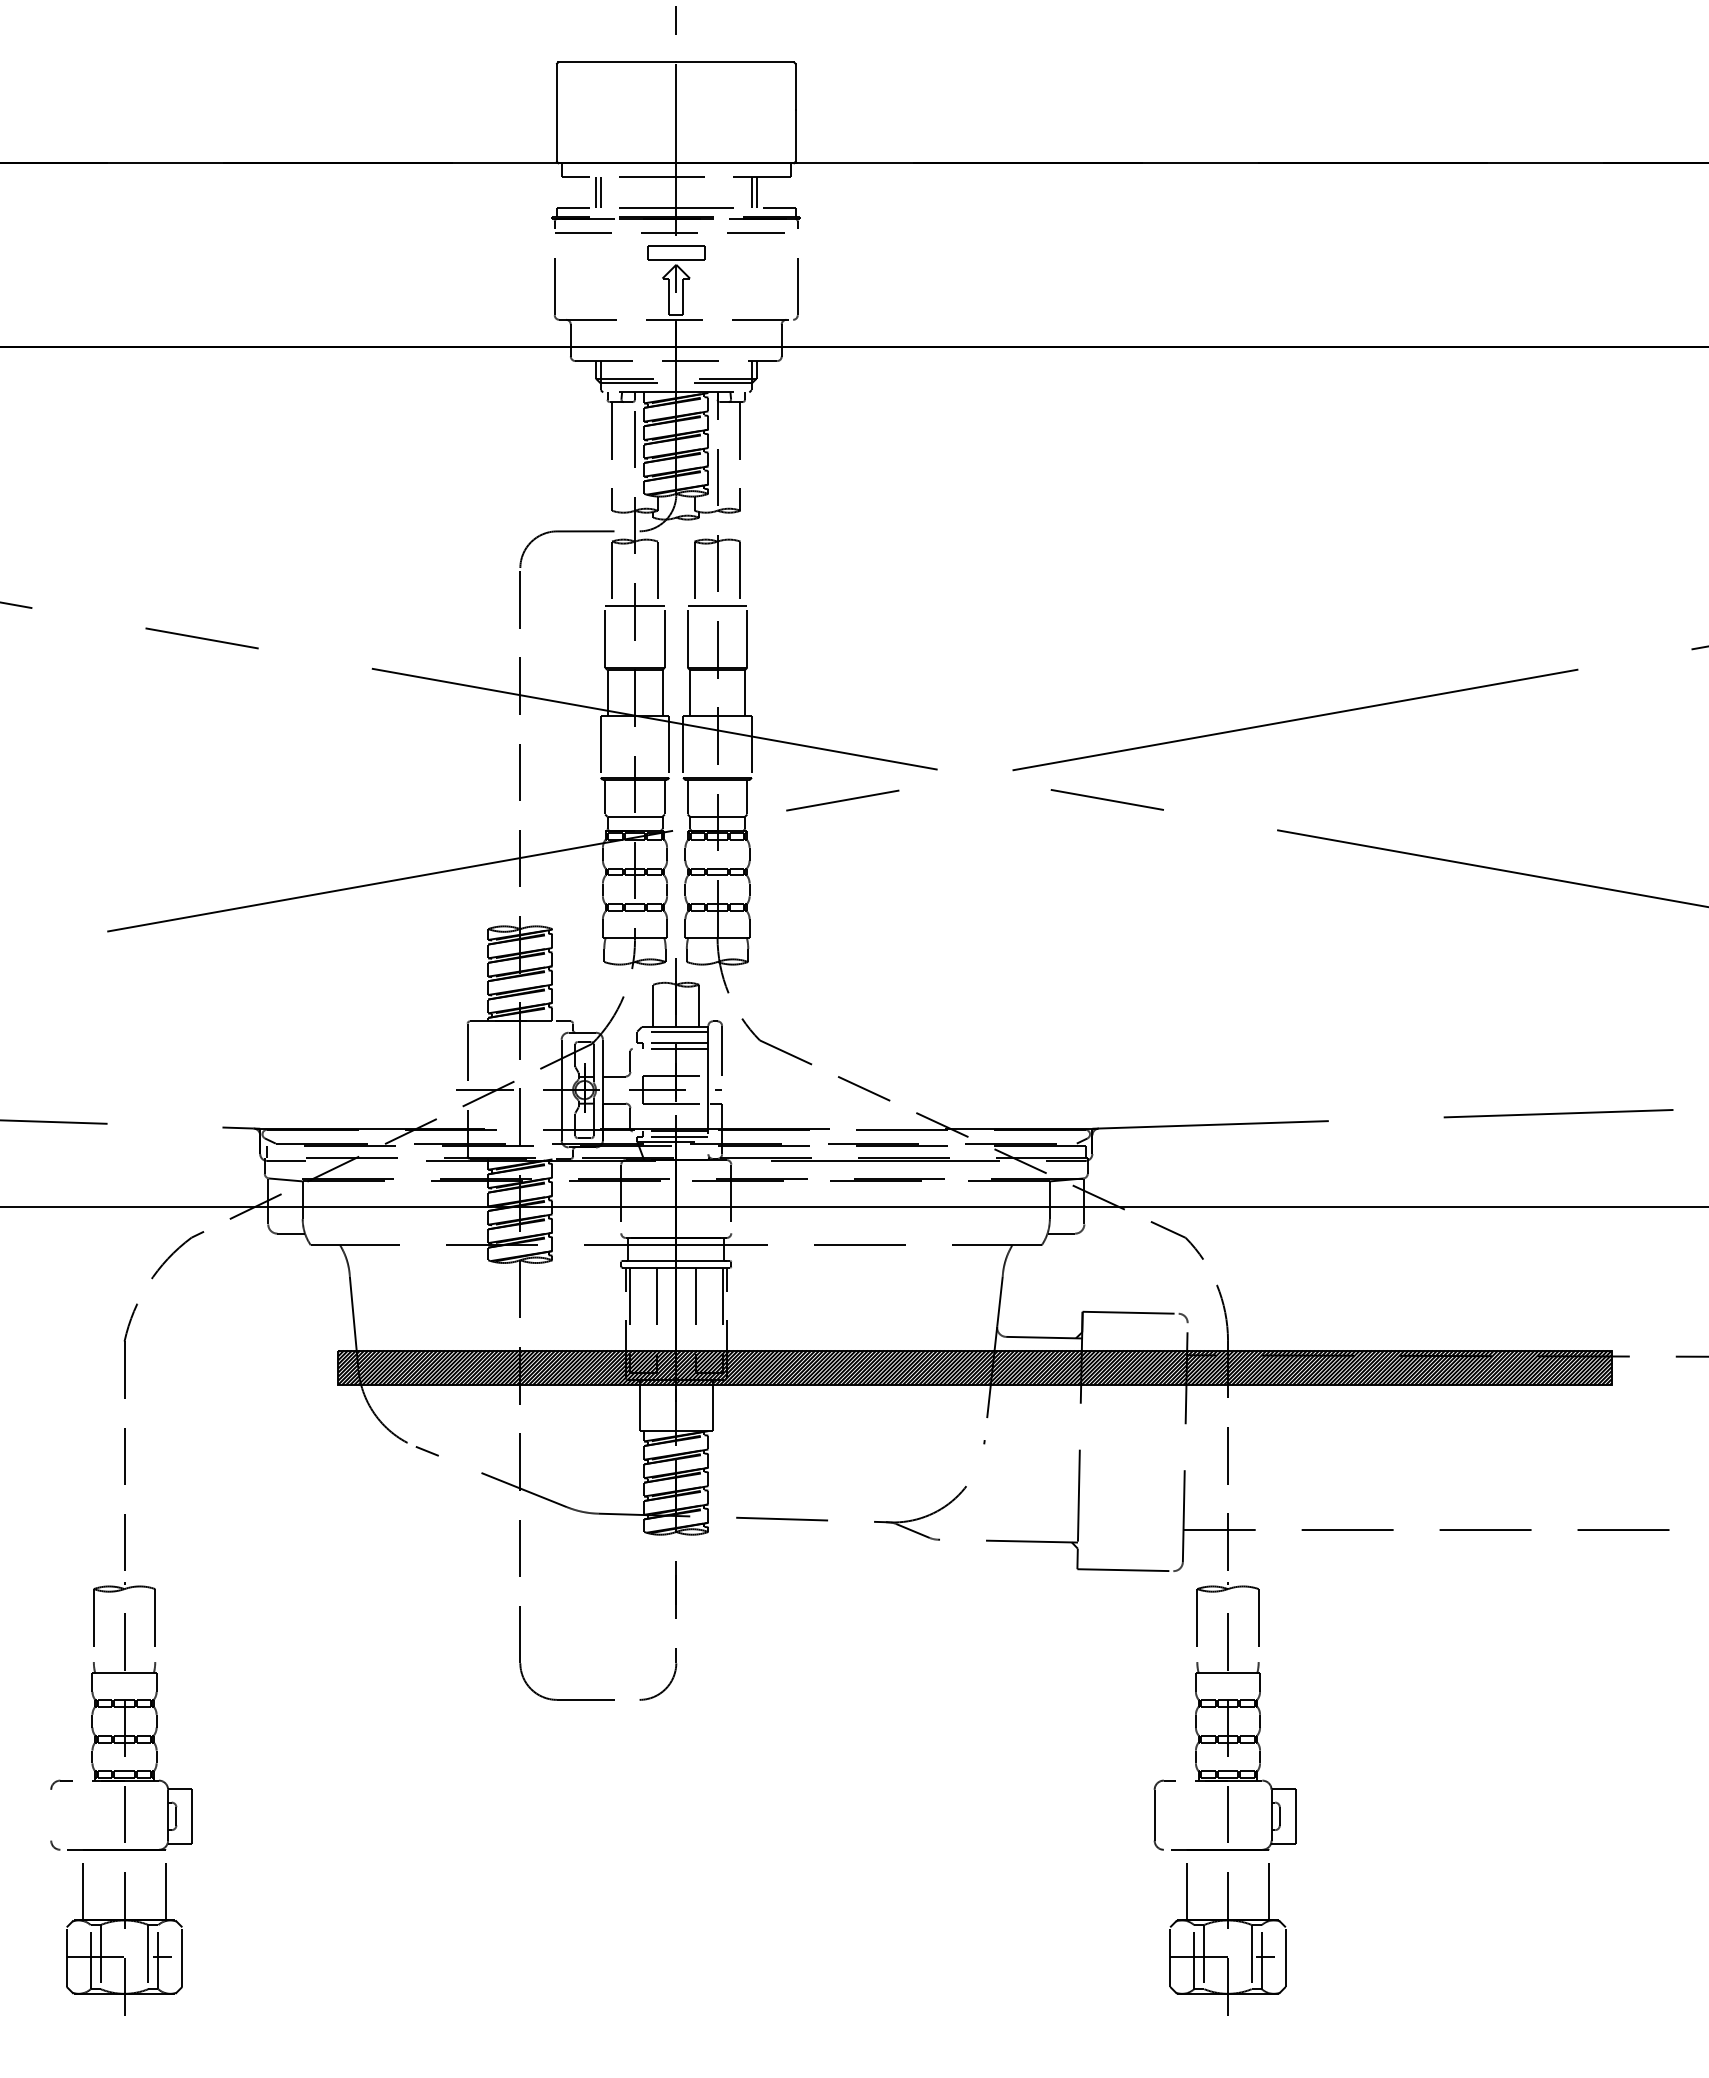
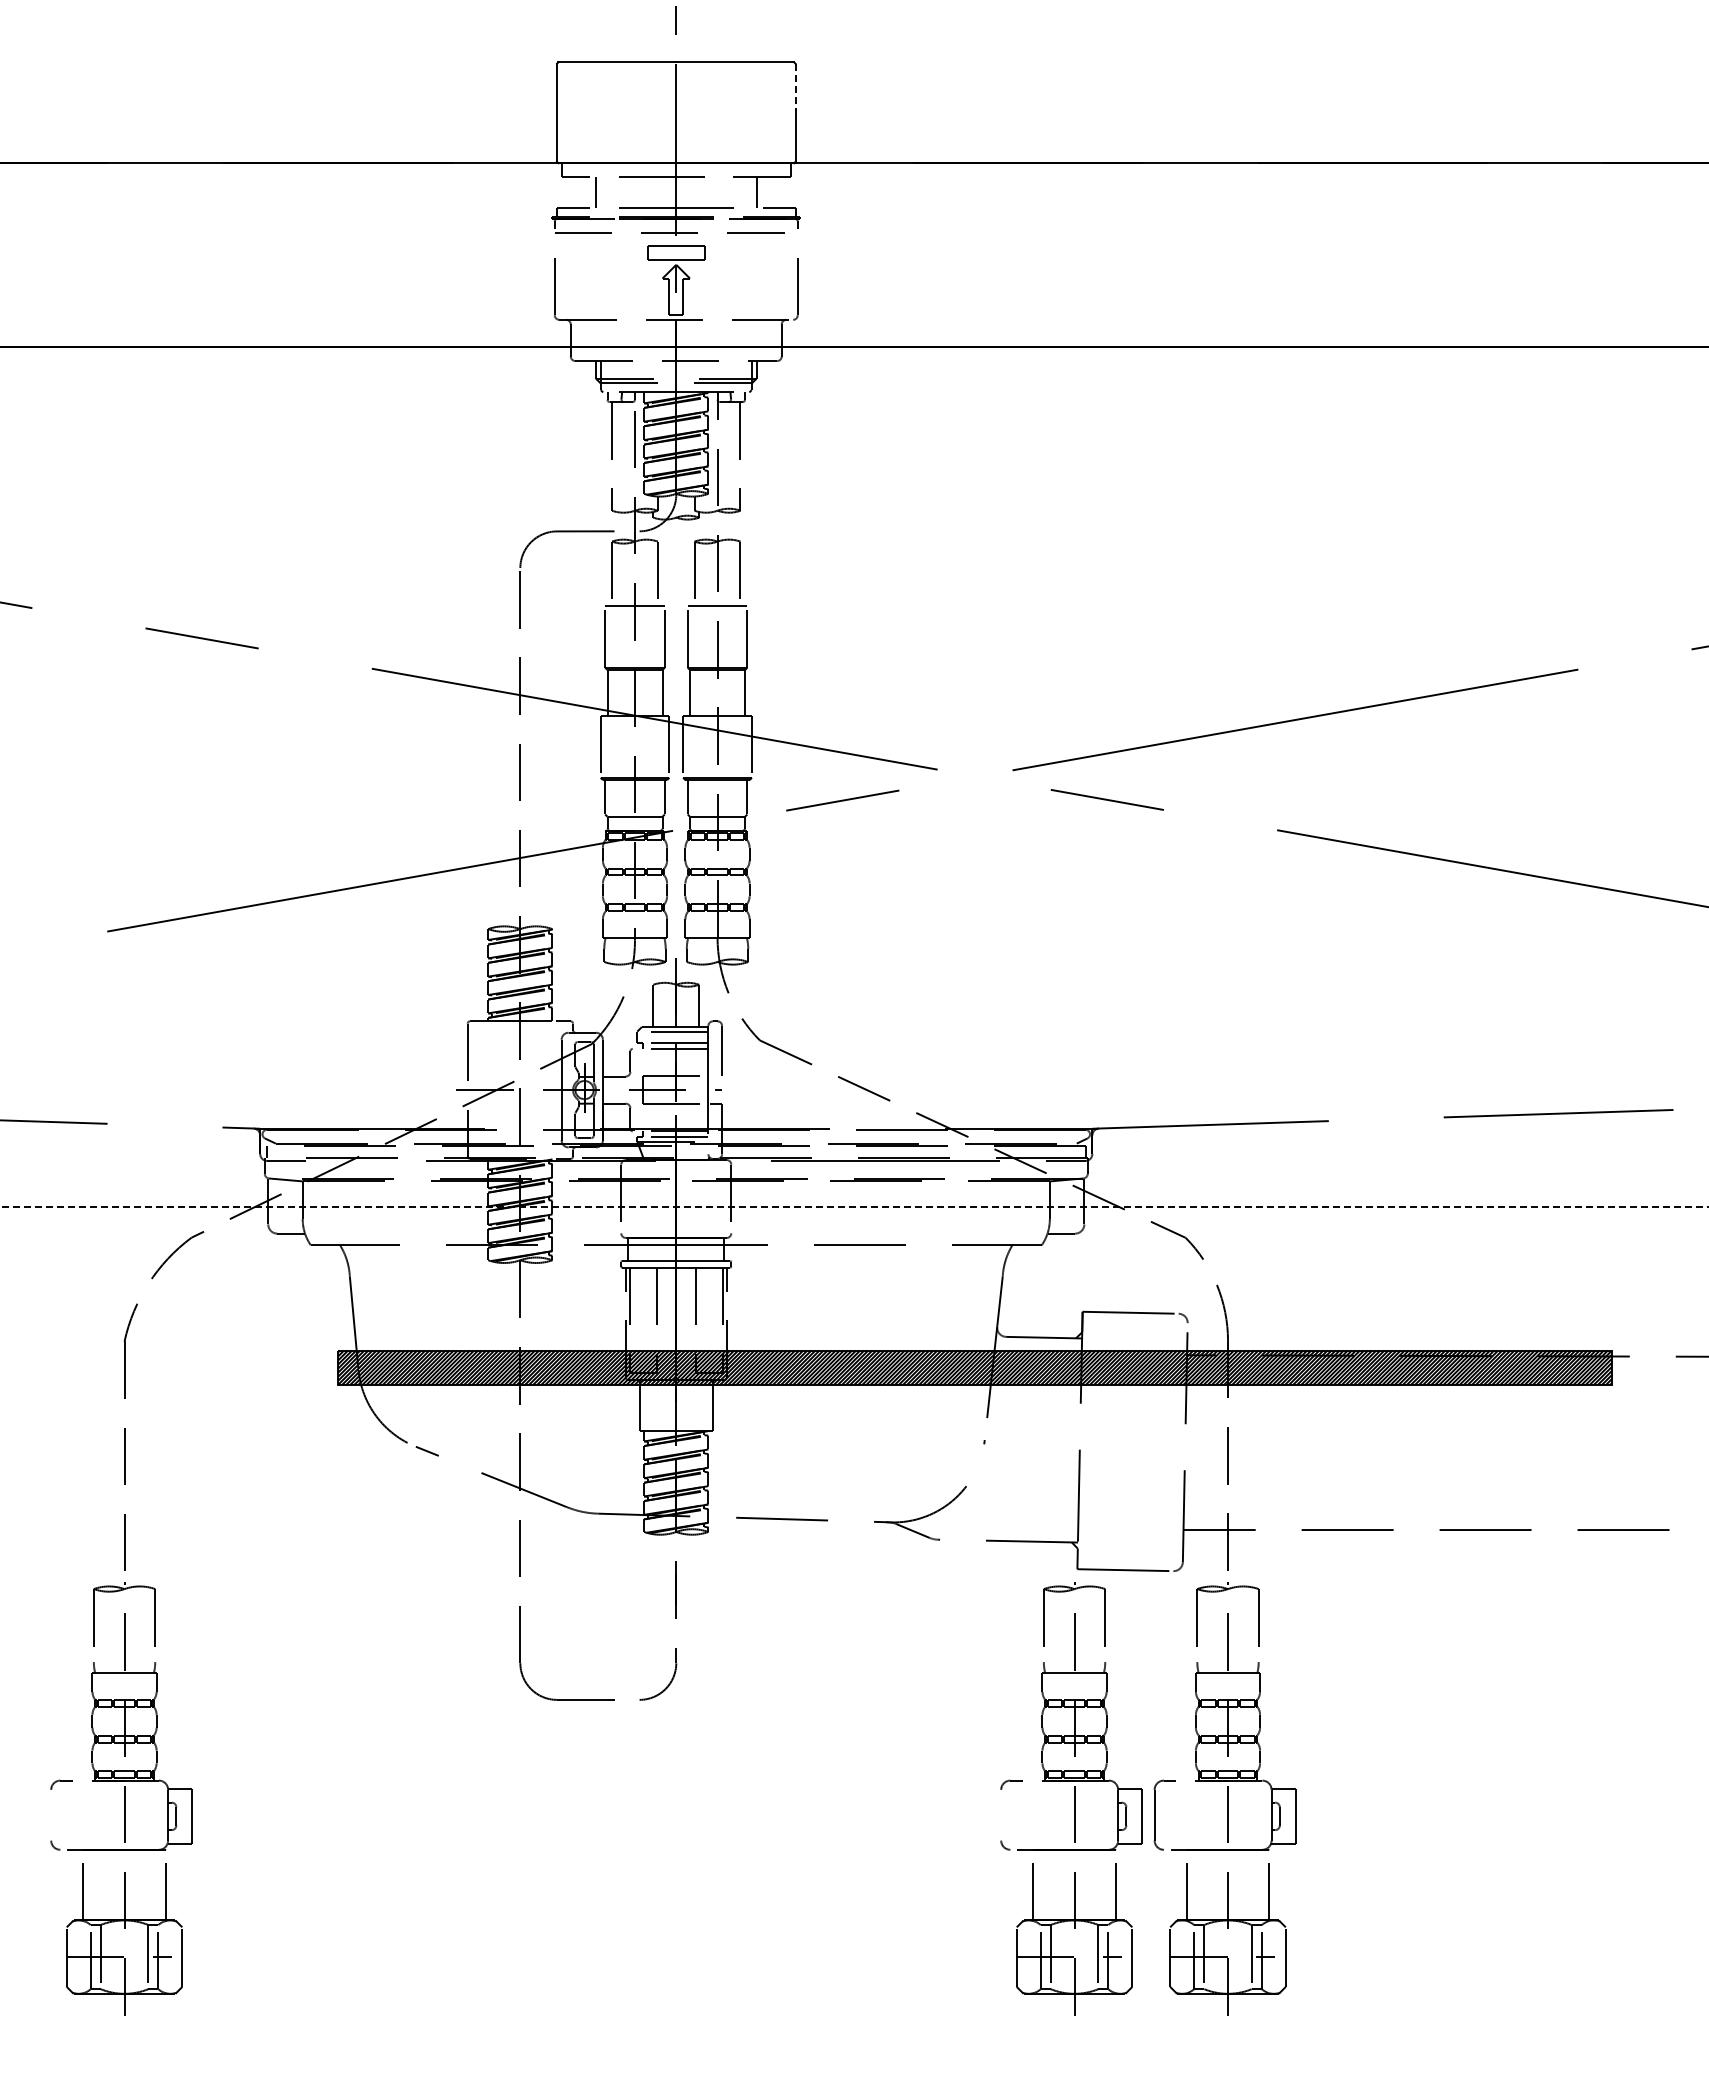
line at (795, 87): solid -> dashed
line at (600, 191): present -> none
line at (751, 191): present -> none
line at (854, 1206): solid -> dashed
part at (1071, 1798): none -> present
